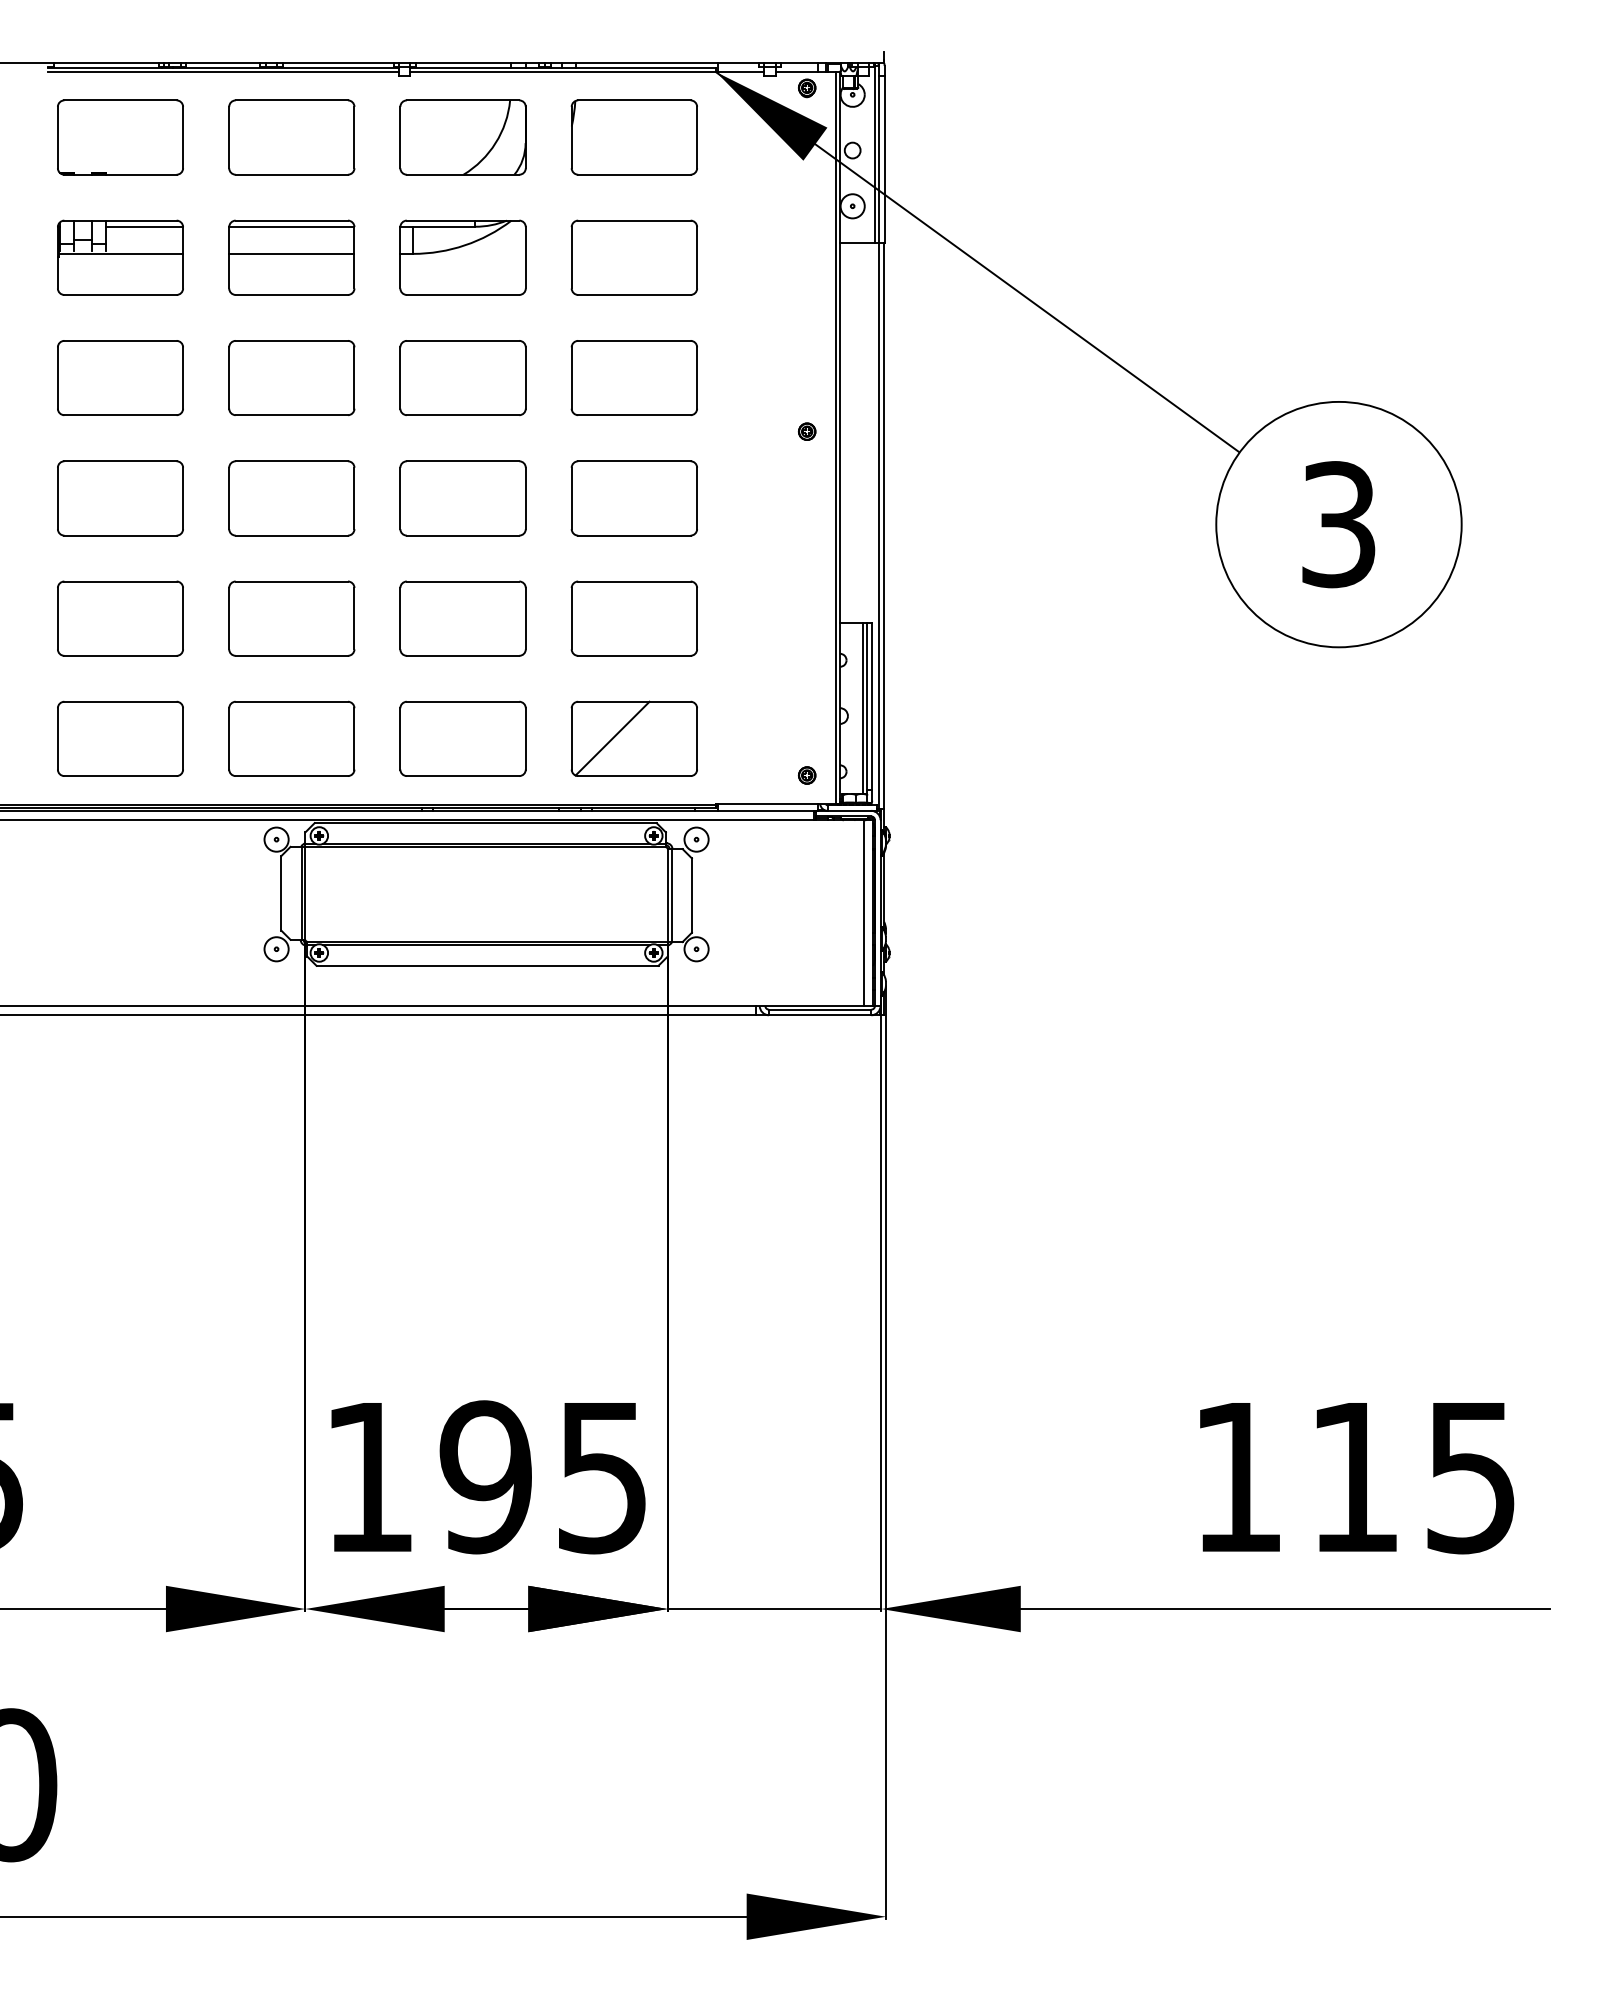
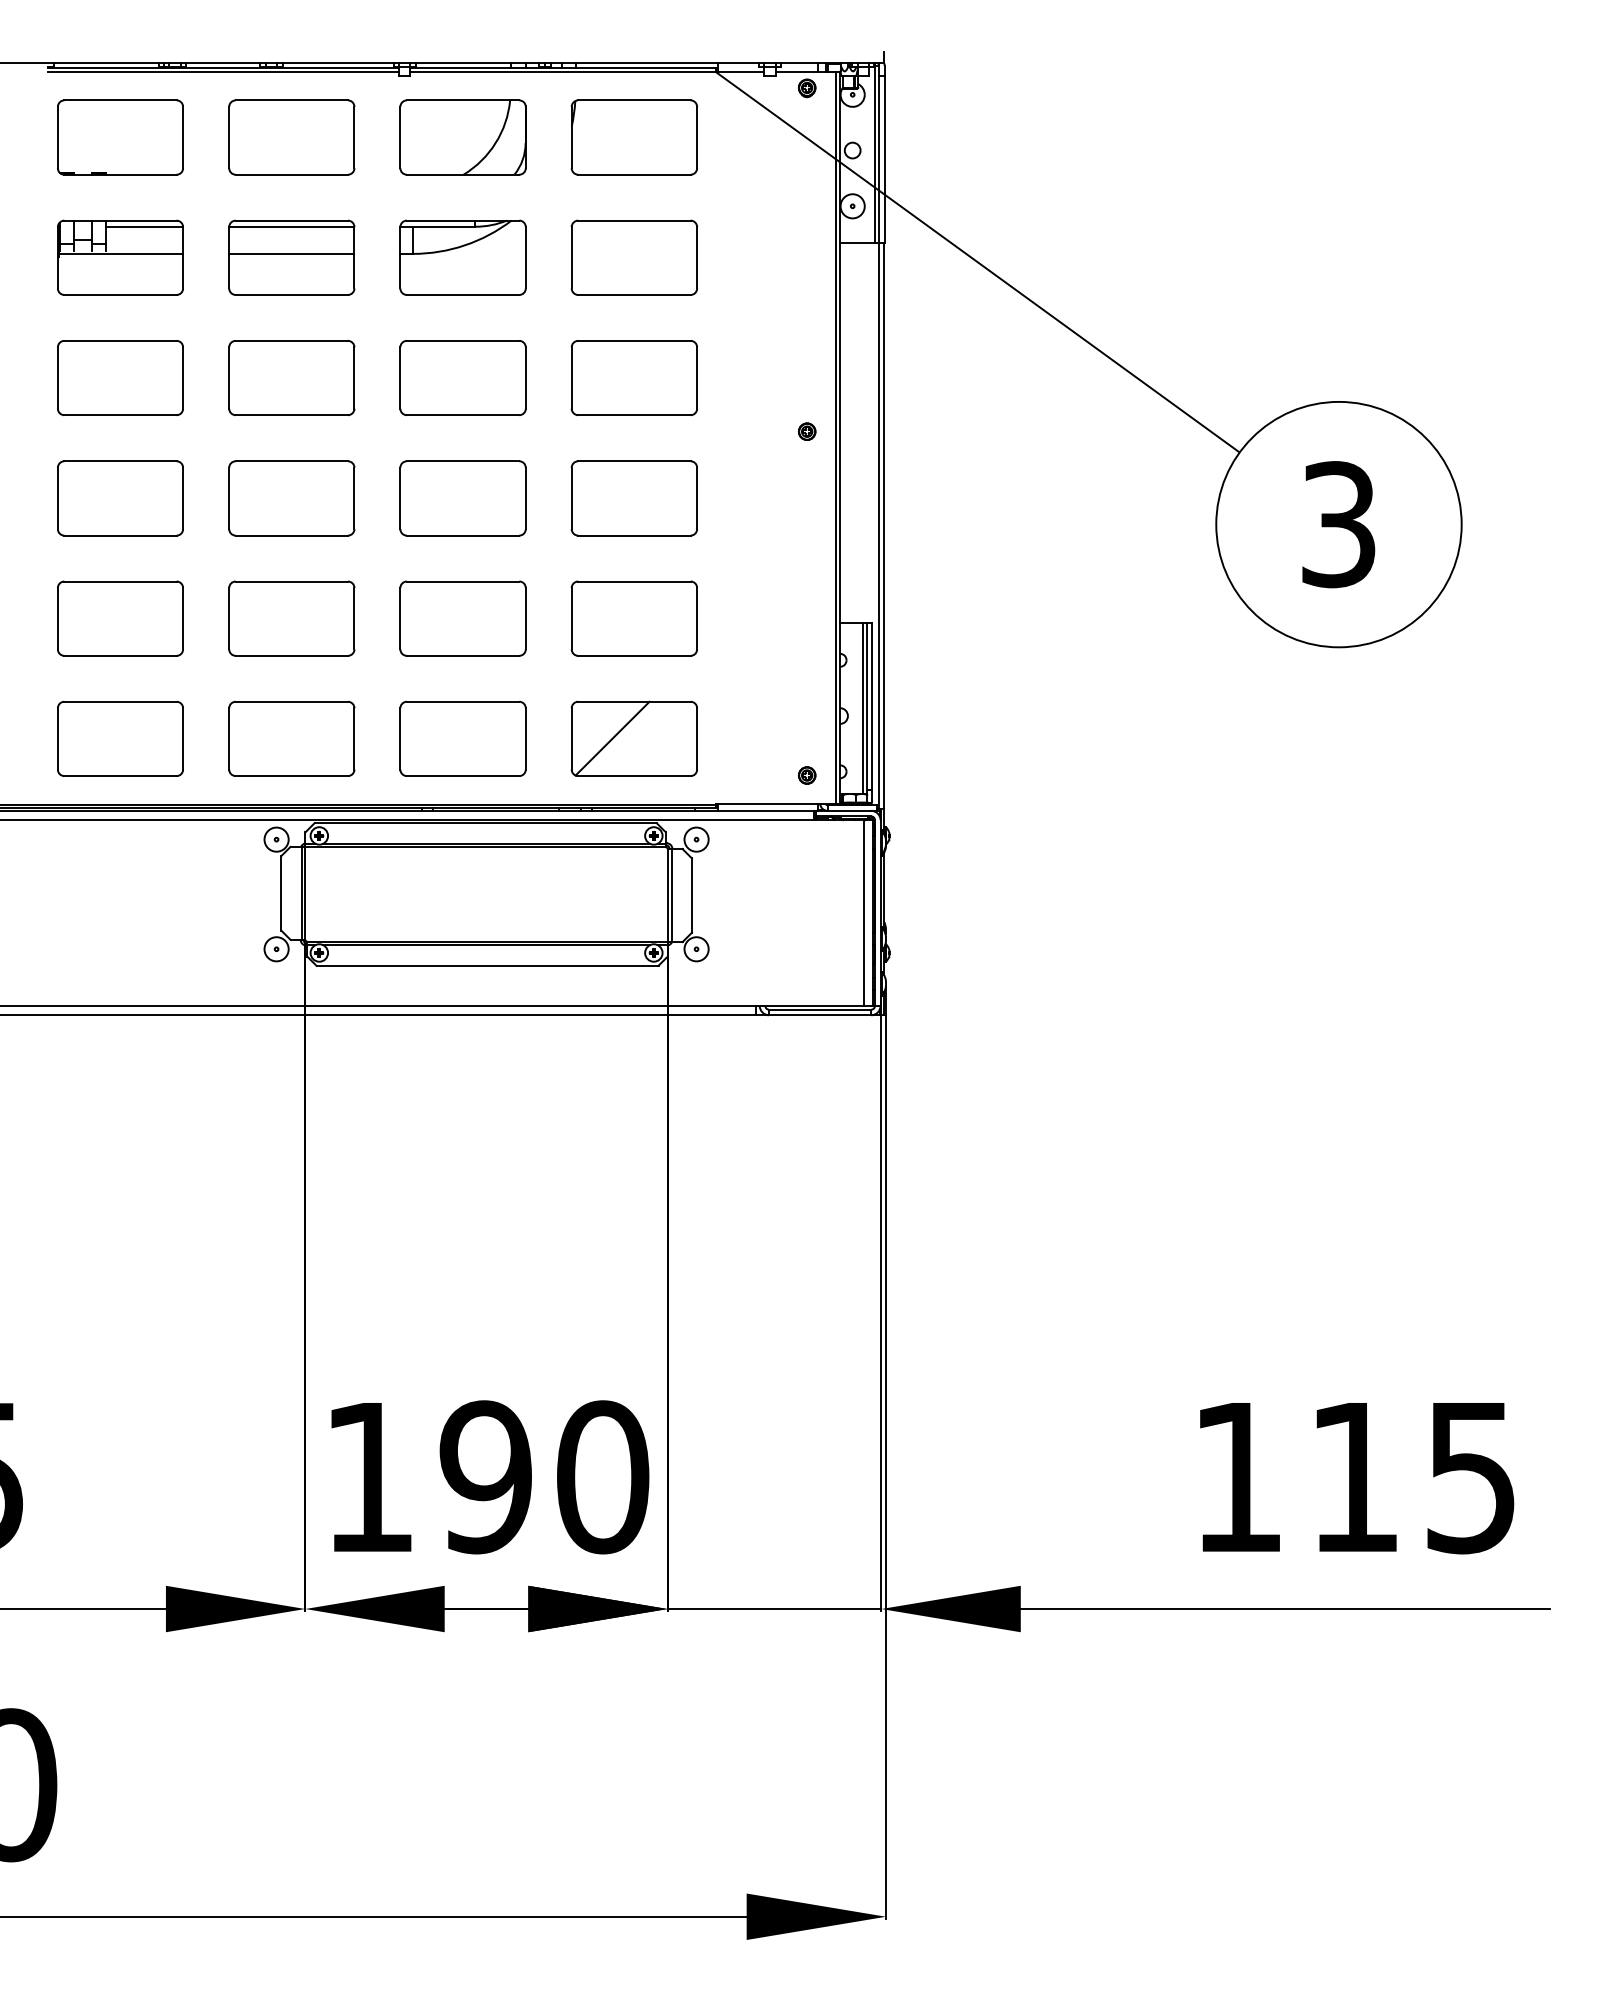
fill at (771, 116): present -> none
text at (603, 1477): 195 -> 190
